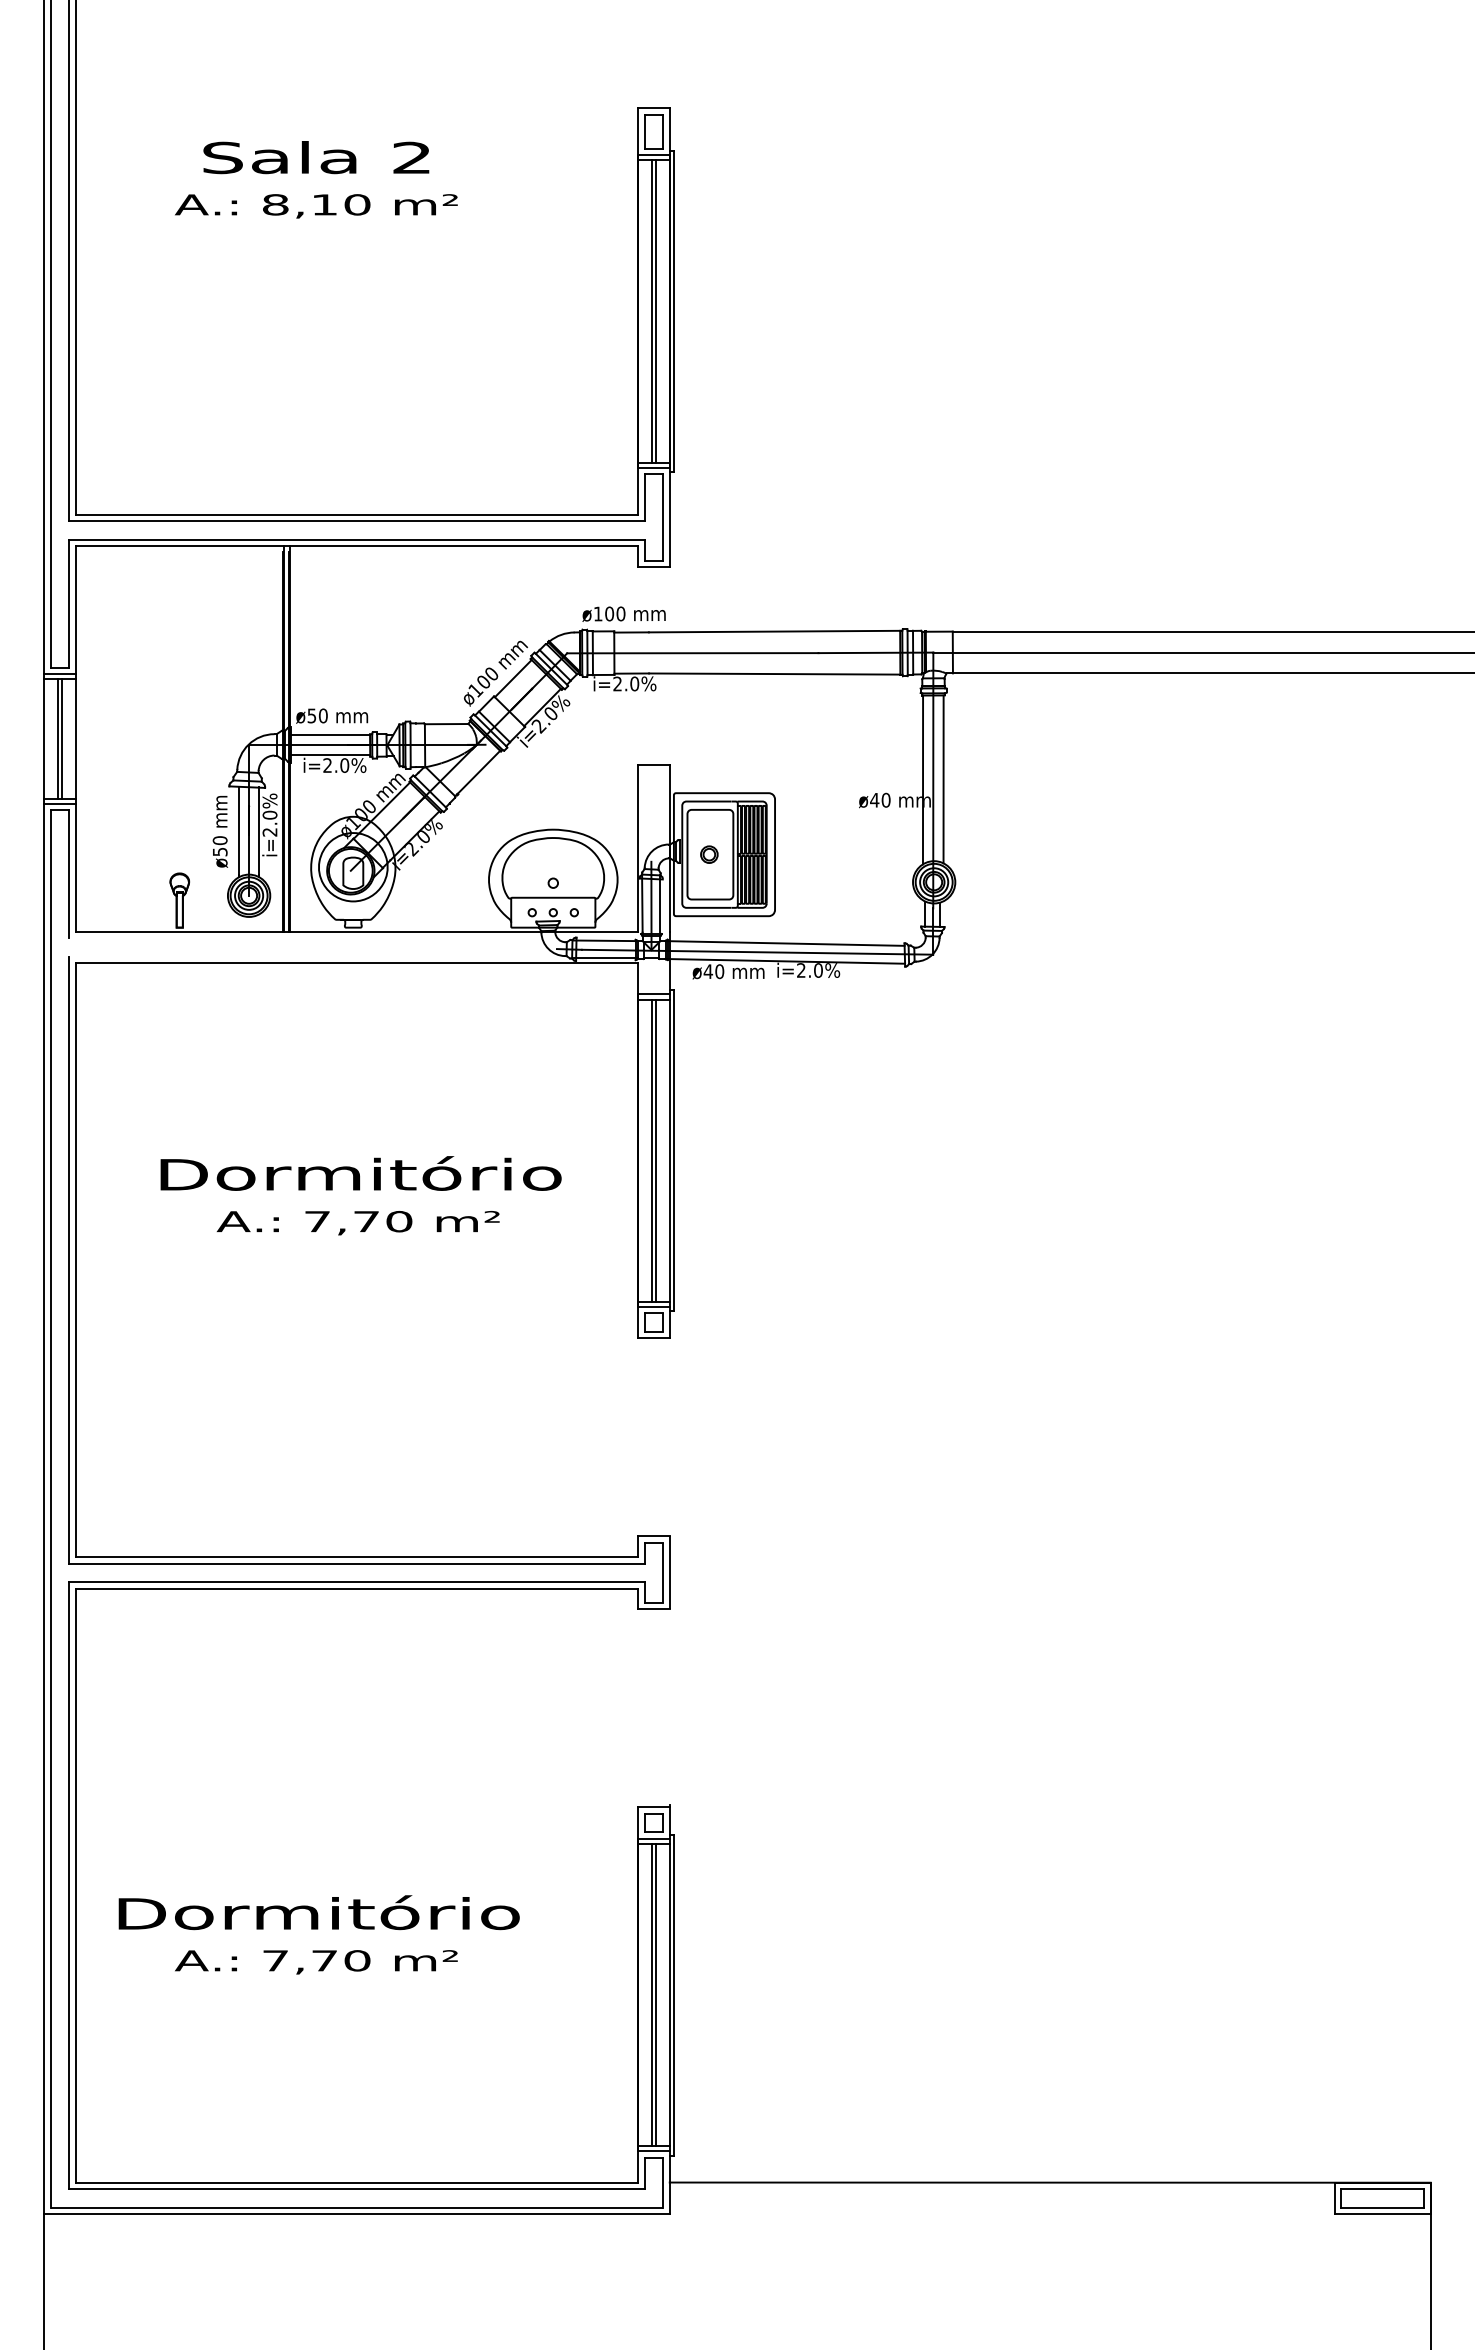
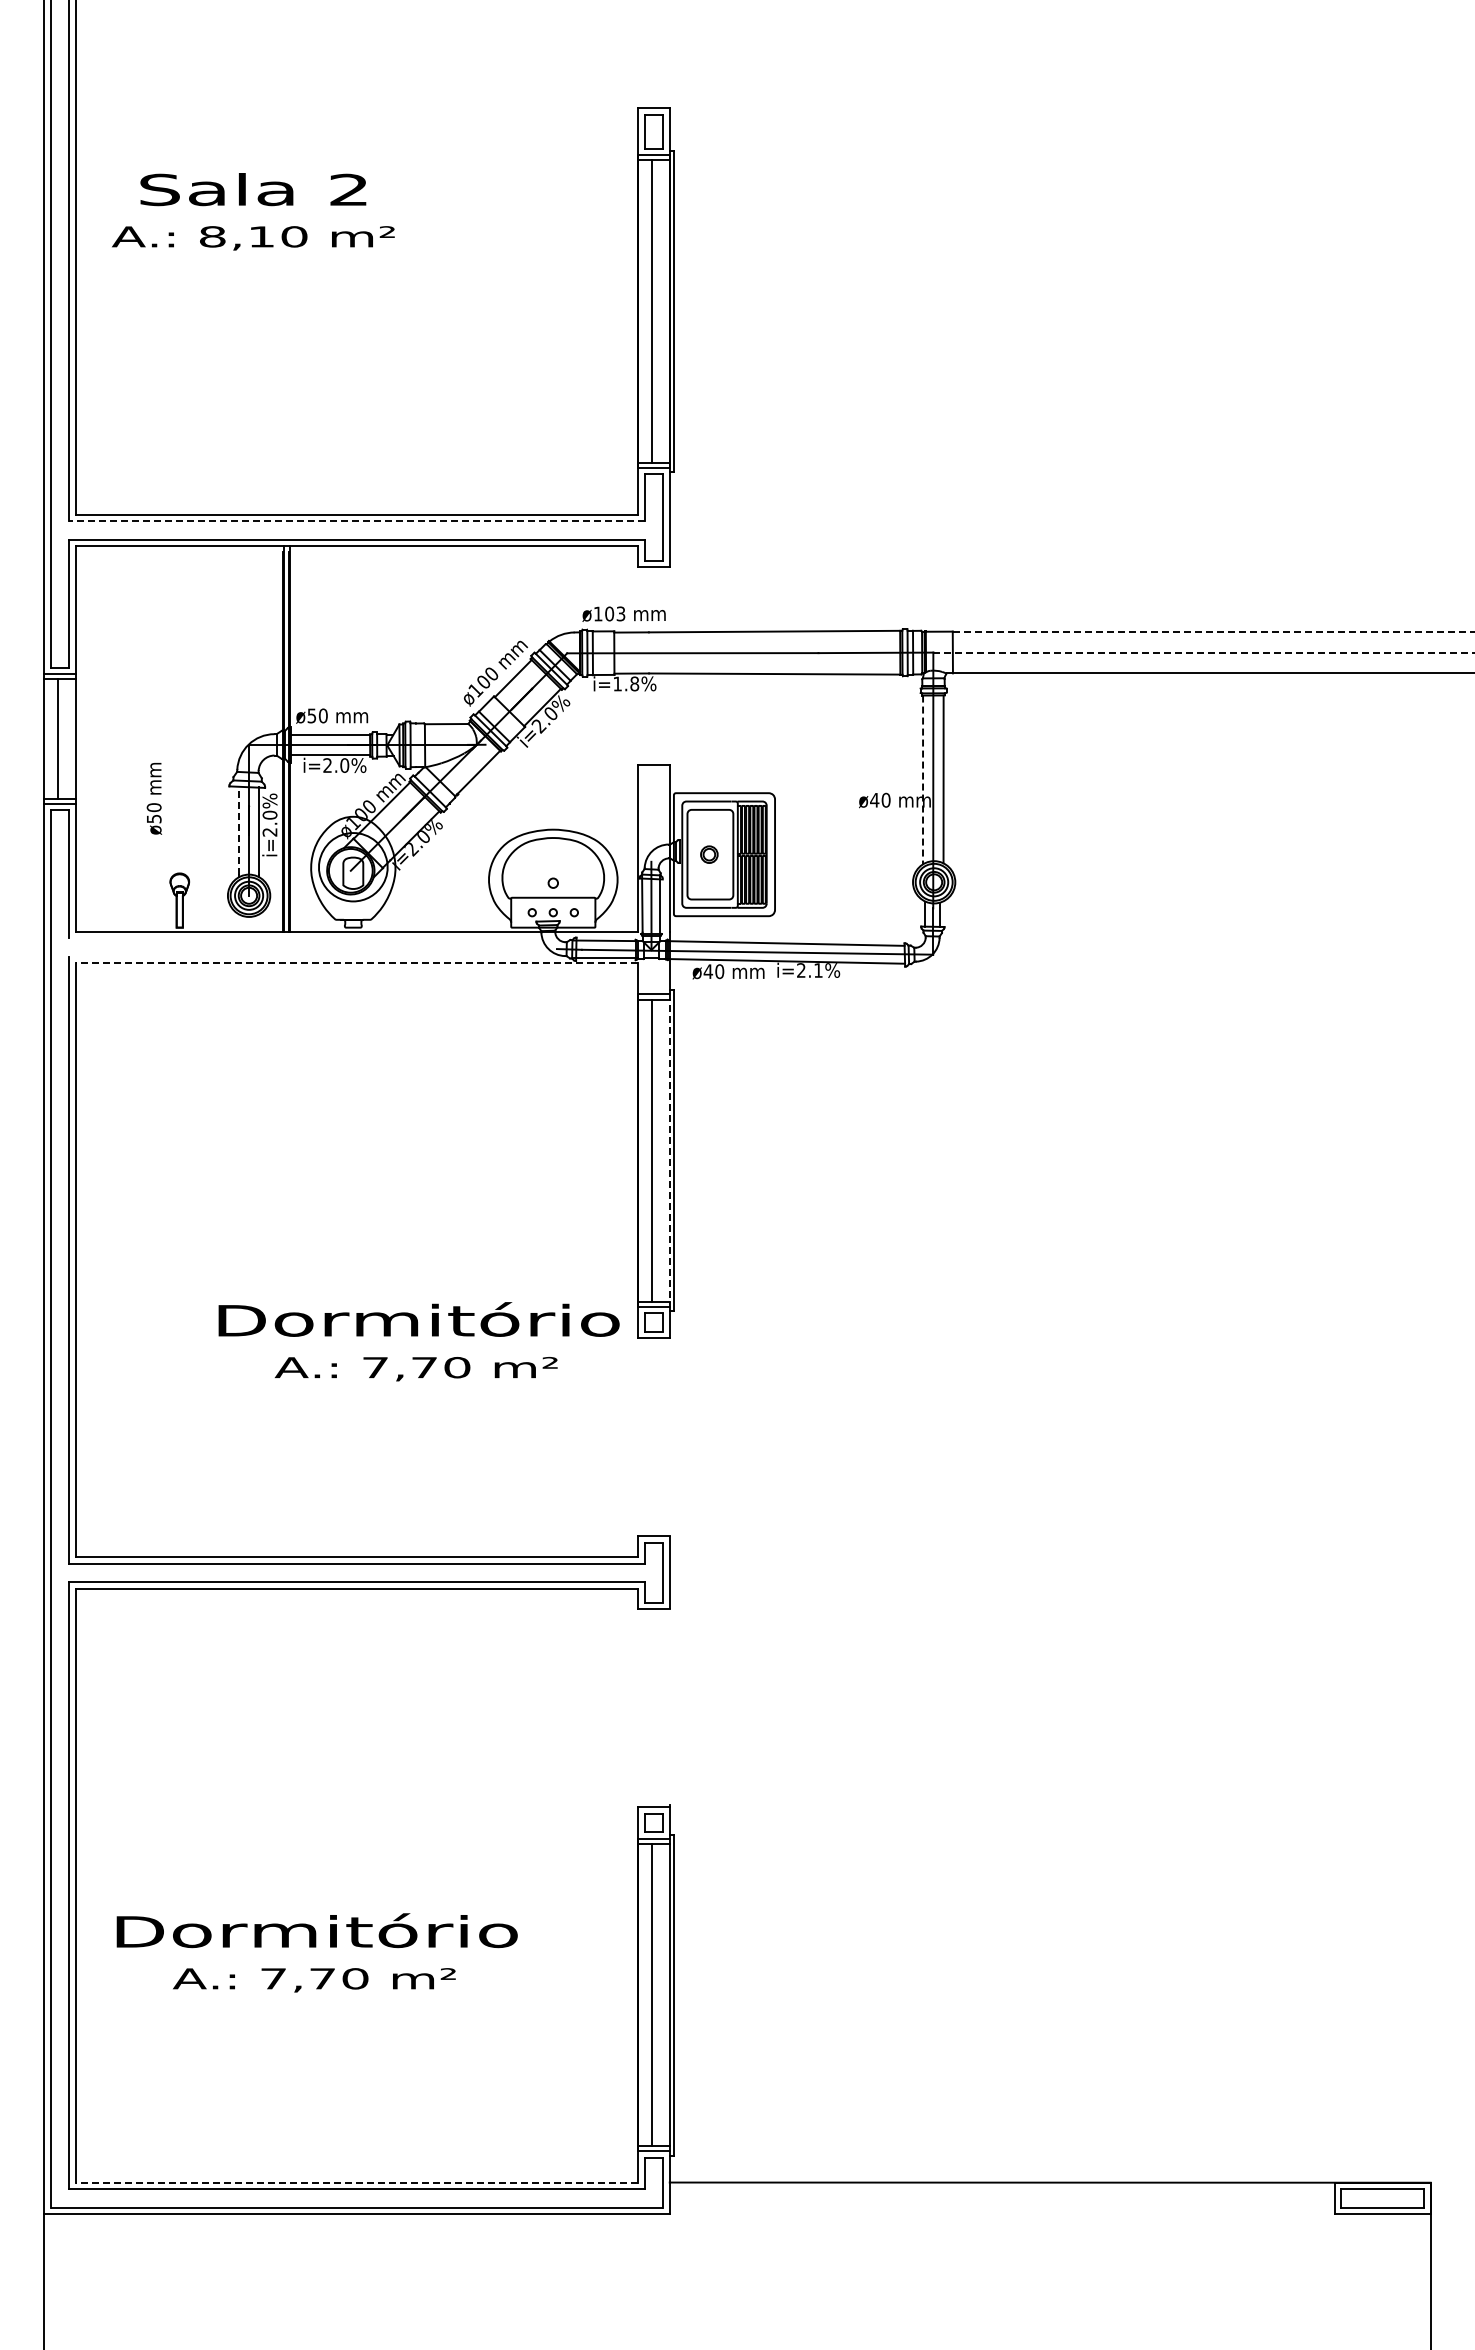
text at (316, 179) position: (316, 179) -> (253, 211)
line at (656, 311): present -> none
line at (357, 521): solid -> dashed
text at (620, 613): ø100 -> ø103
line at (1213, 632): solid -> dashed
line at (1204, 652): solid -> dashed
text at (626, 683): i=2.0% -> i=1.8%
line at (62, 738): present -> none
line at (923, 780): solid -> dashed
line at (238, 830): solid -> dashed
text at (219, 831) position: (219, 831) -> (153, 798)
line at (356, 963): solid -> dashed
text at (818, 970): i=2.0% -> i=2.1%
line at (656, 1150): present -> none
line at (669, 1151): solid -> dashed
text at (360, 1195) position: (360, 1195) -> (418, 1341)
text at (318, 1934) position: (318, 1934) -> (316, 1952)
line at (656, 1994): present -> none
line at (356, 2182): solid -> dashed
